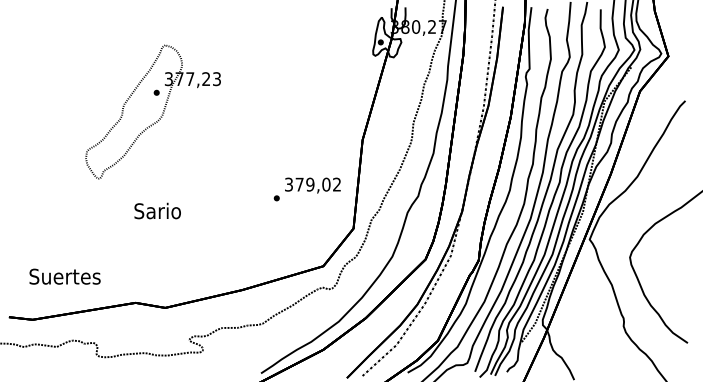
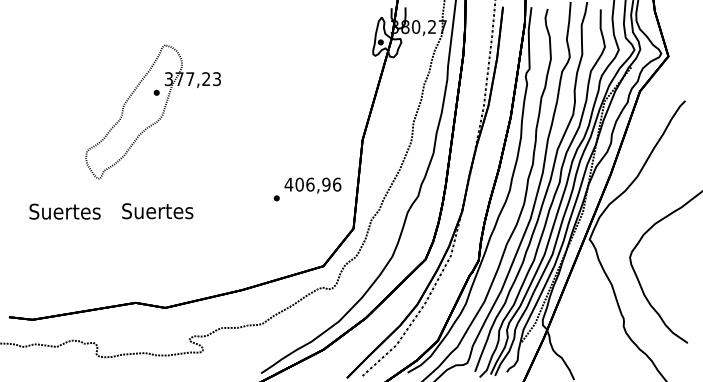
text at (312, 184): 379,02 -> 406,96
text at (157, 210): Sario -> Suertes
text at (64, 276) position: (64, 276) -> (64, 211)
